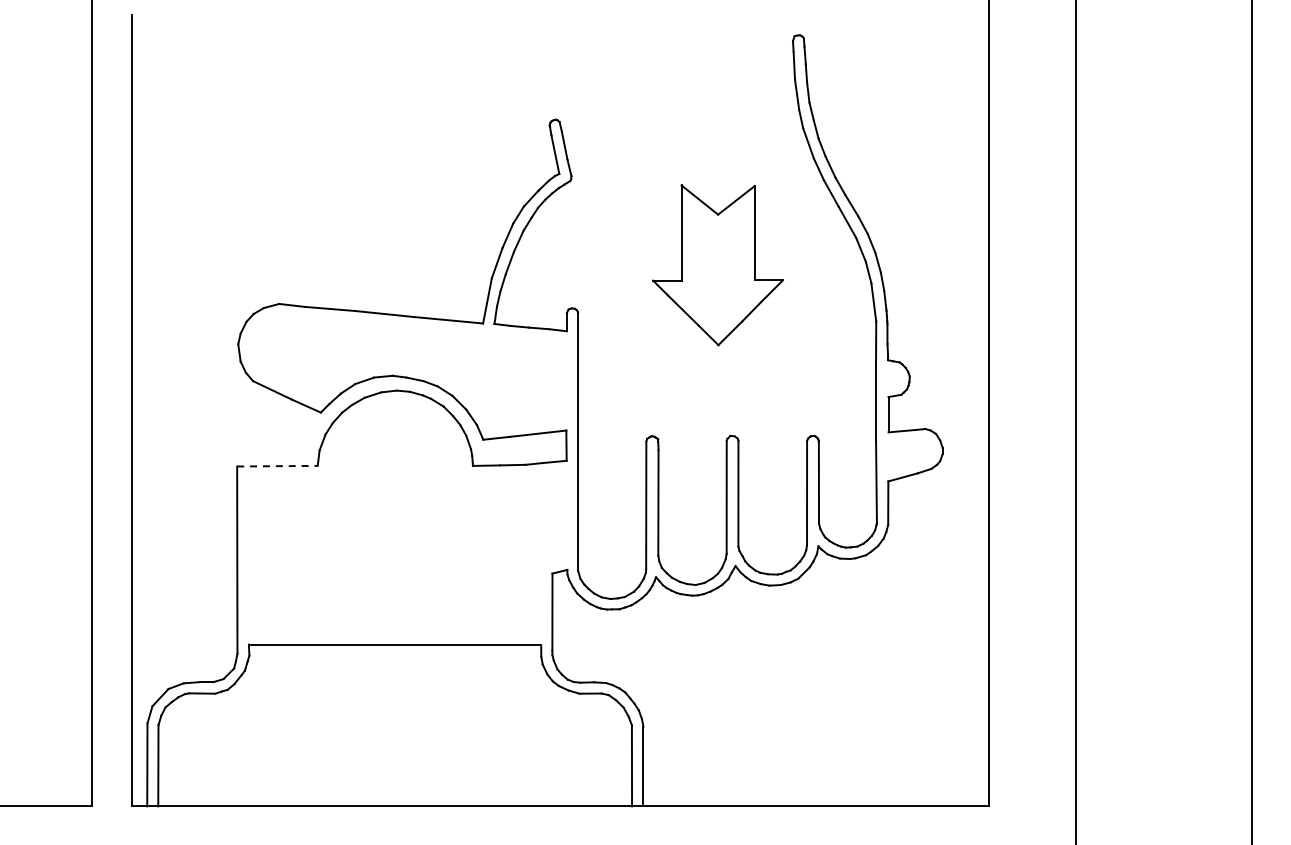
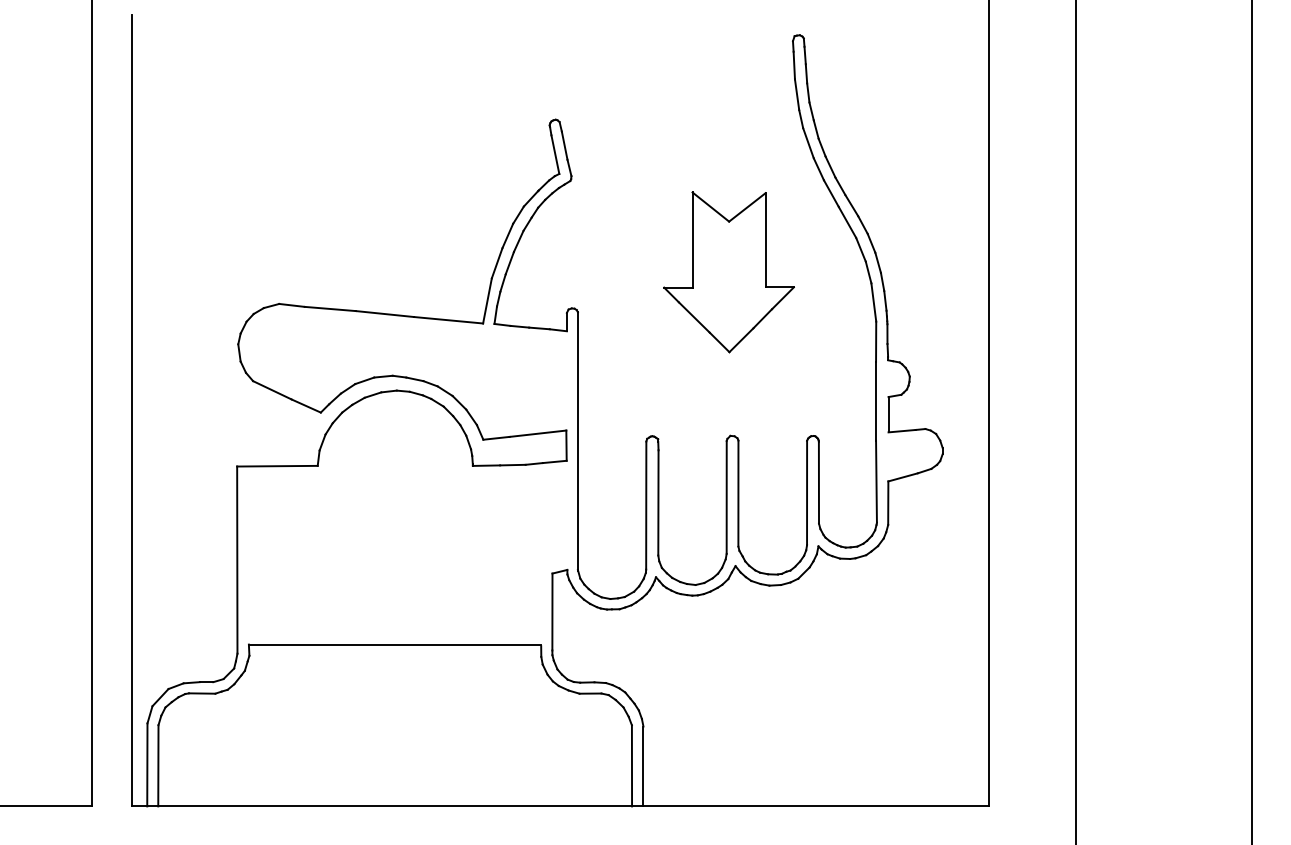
part at (717, 265) position: (717, 265) -> (728, 272)
line at (277, 466): dashed -> solid
